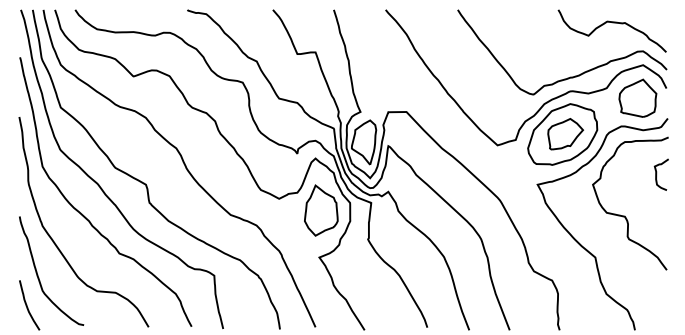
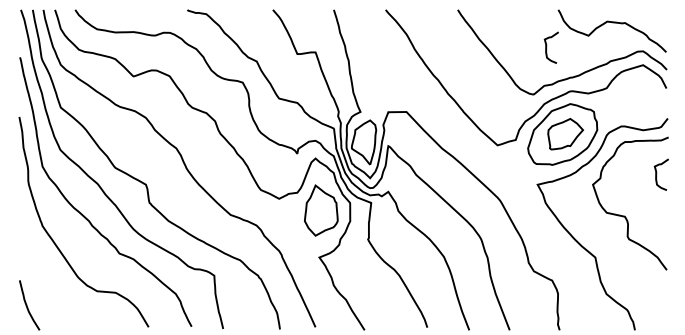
curve at (547, 47): none -> present
part at (637, 97): present -> none
curve at (38, 274): present -> none
